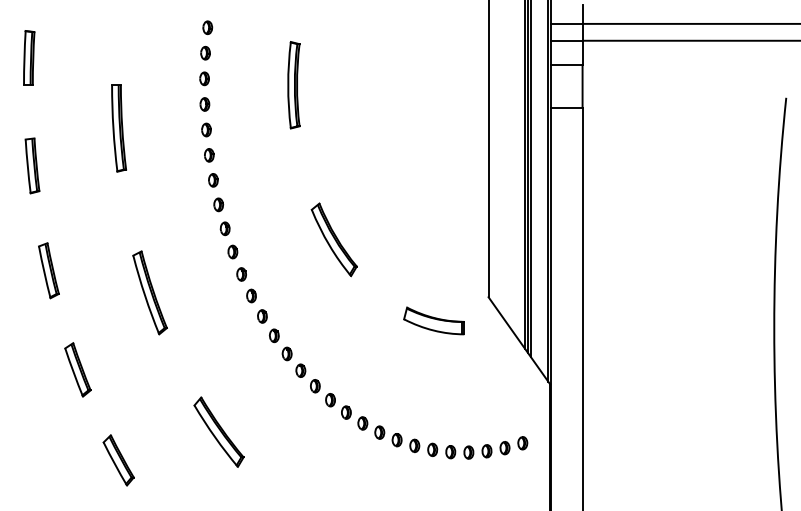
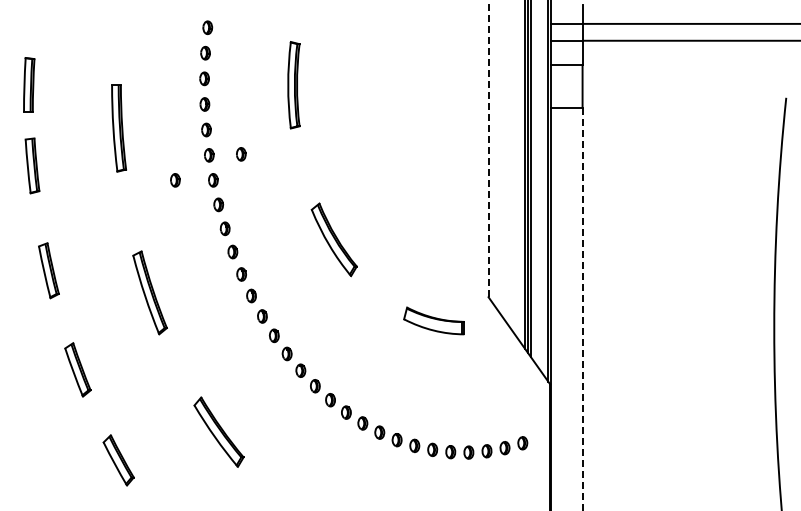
part at (29, 57) position: (29, 57) -> (29, 84)
line at (488, 148): solid -> dashed
part at (241, 154): none -> present
part at (175, 180): none -> present
line at (582, 309): solid -> dashed
